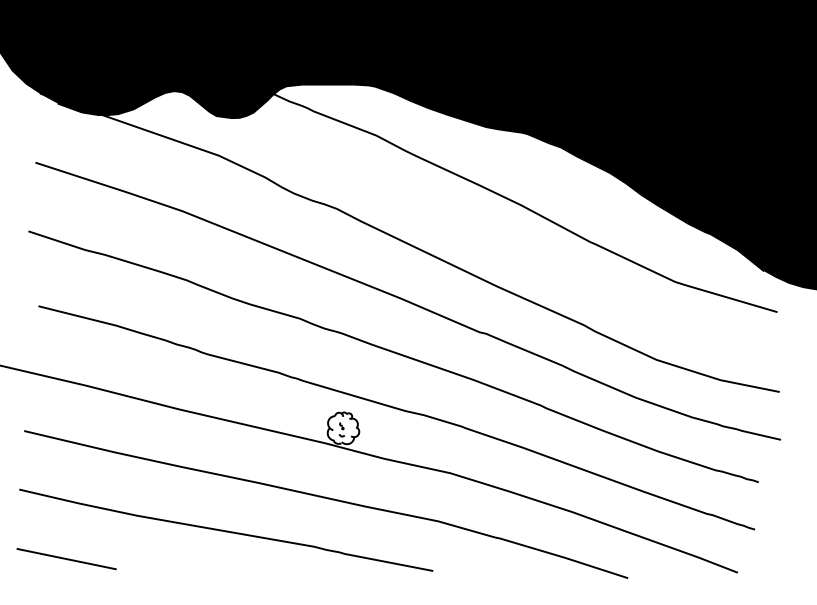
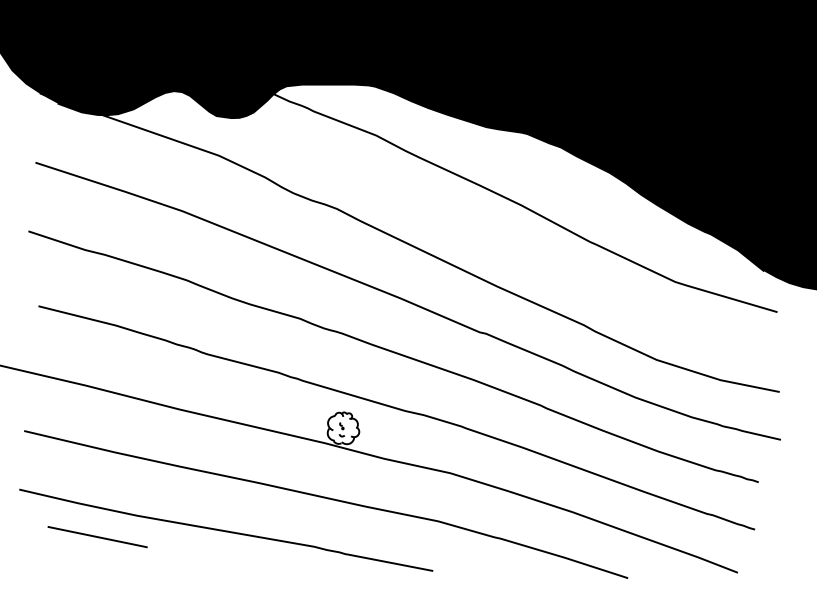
line at (66, 559) position: (66, 559) -> (97, 537)
